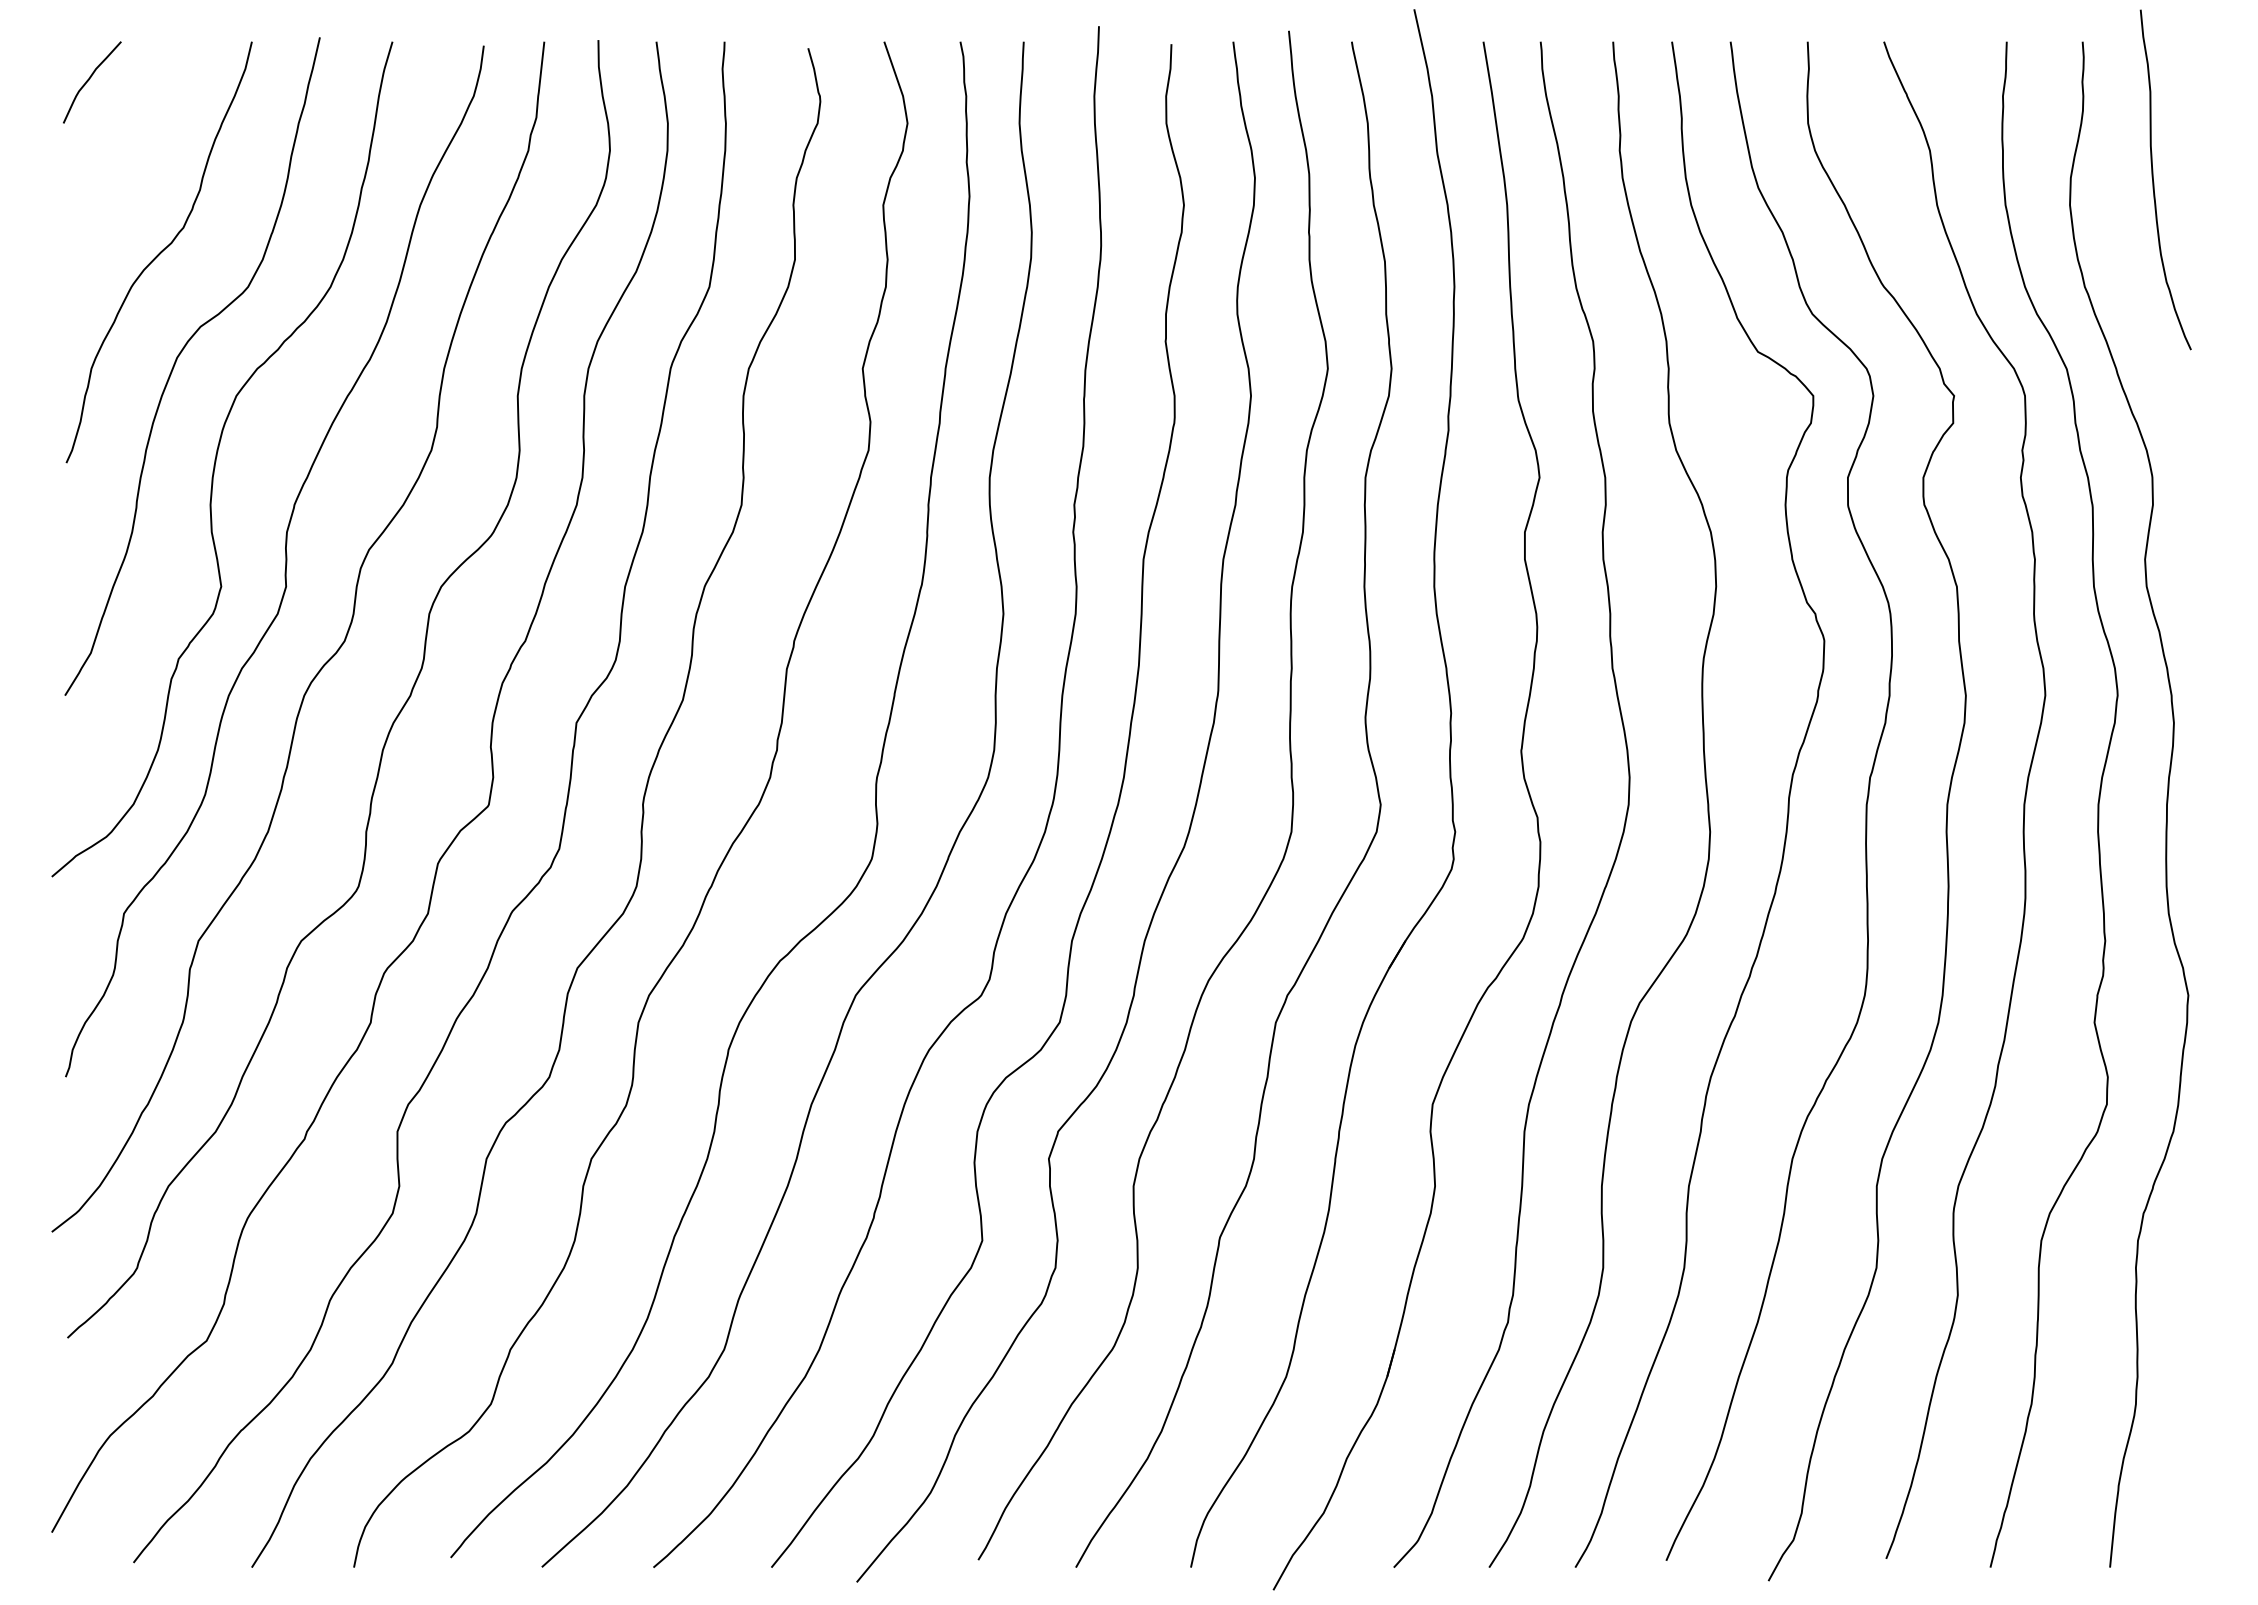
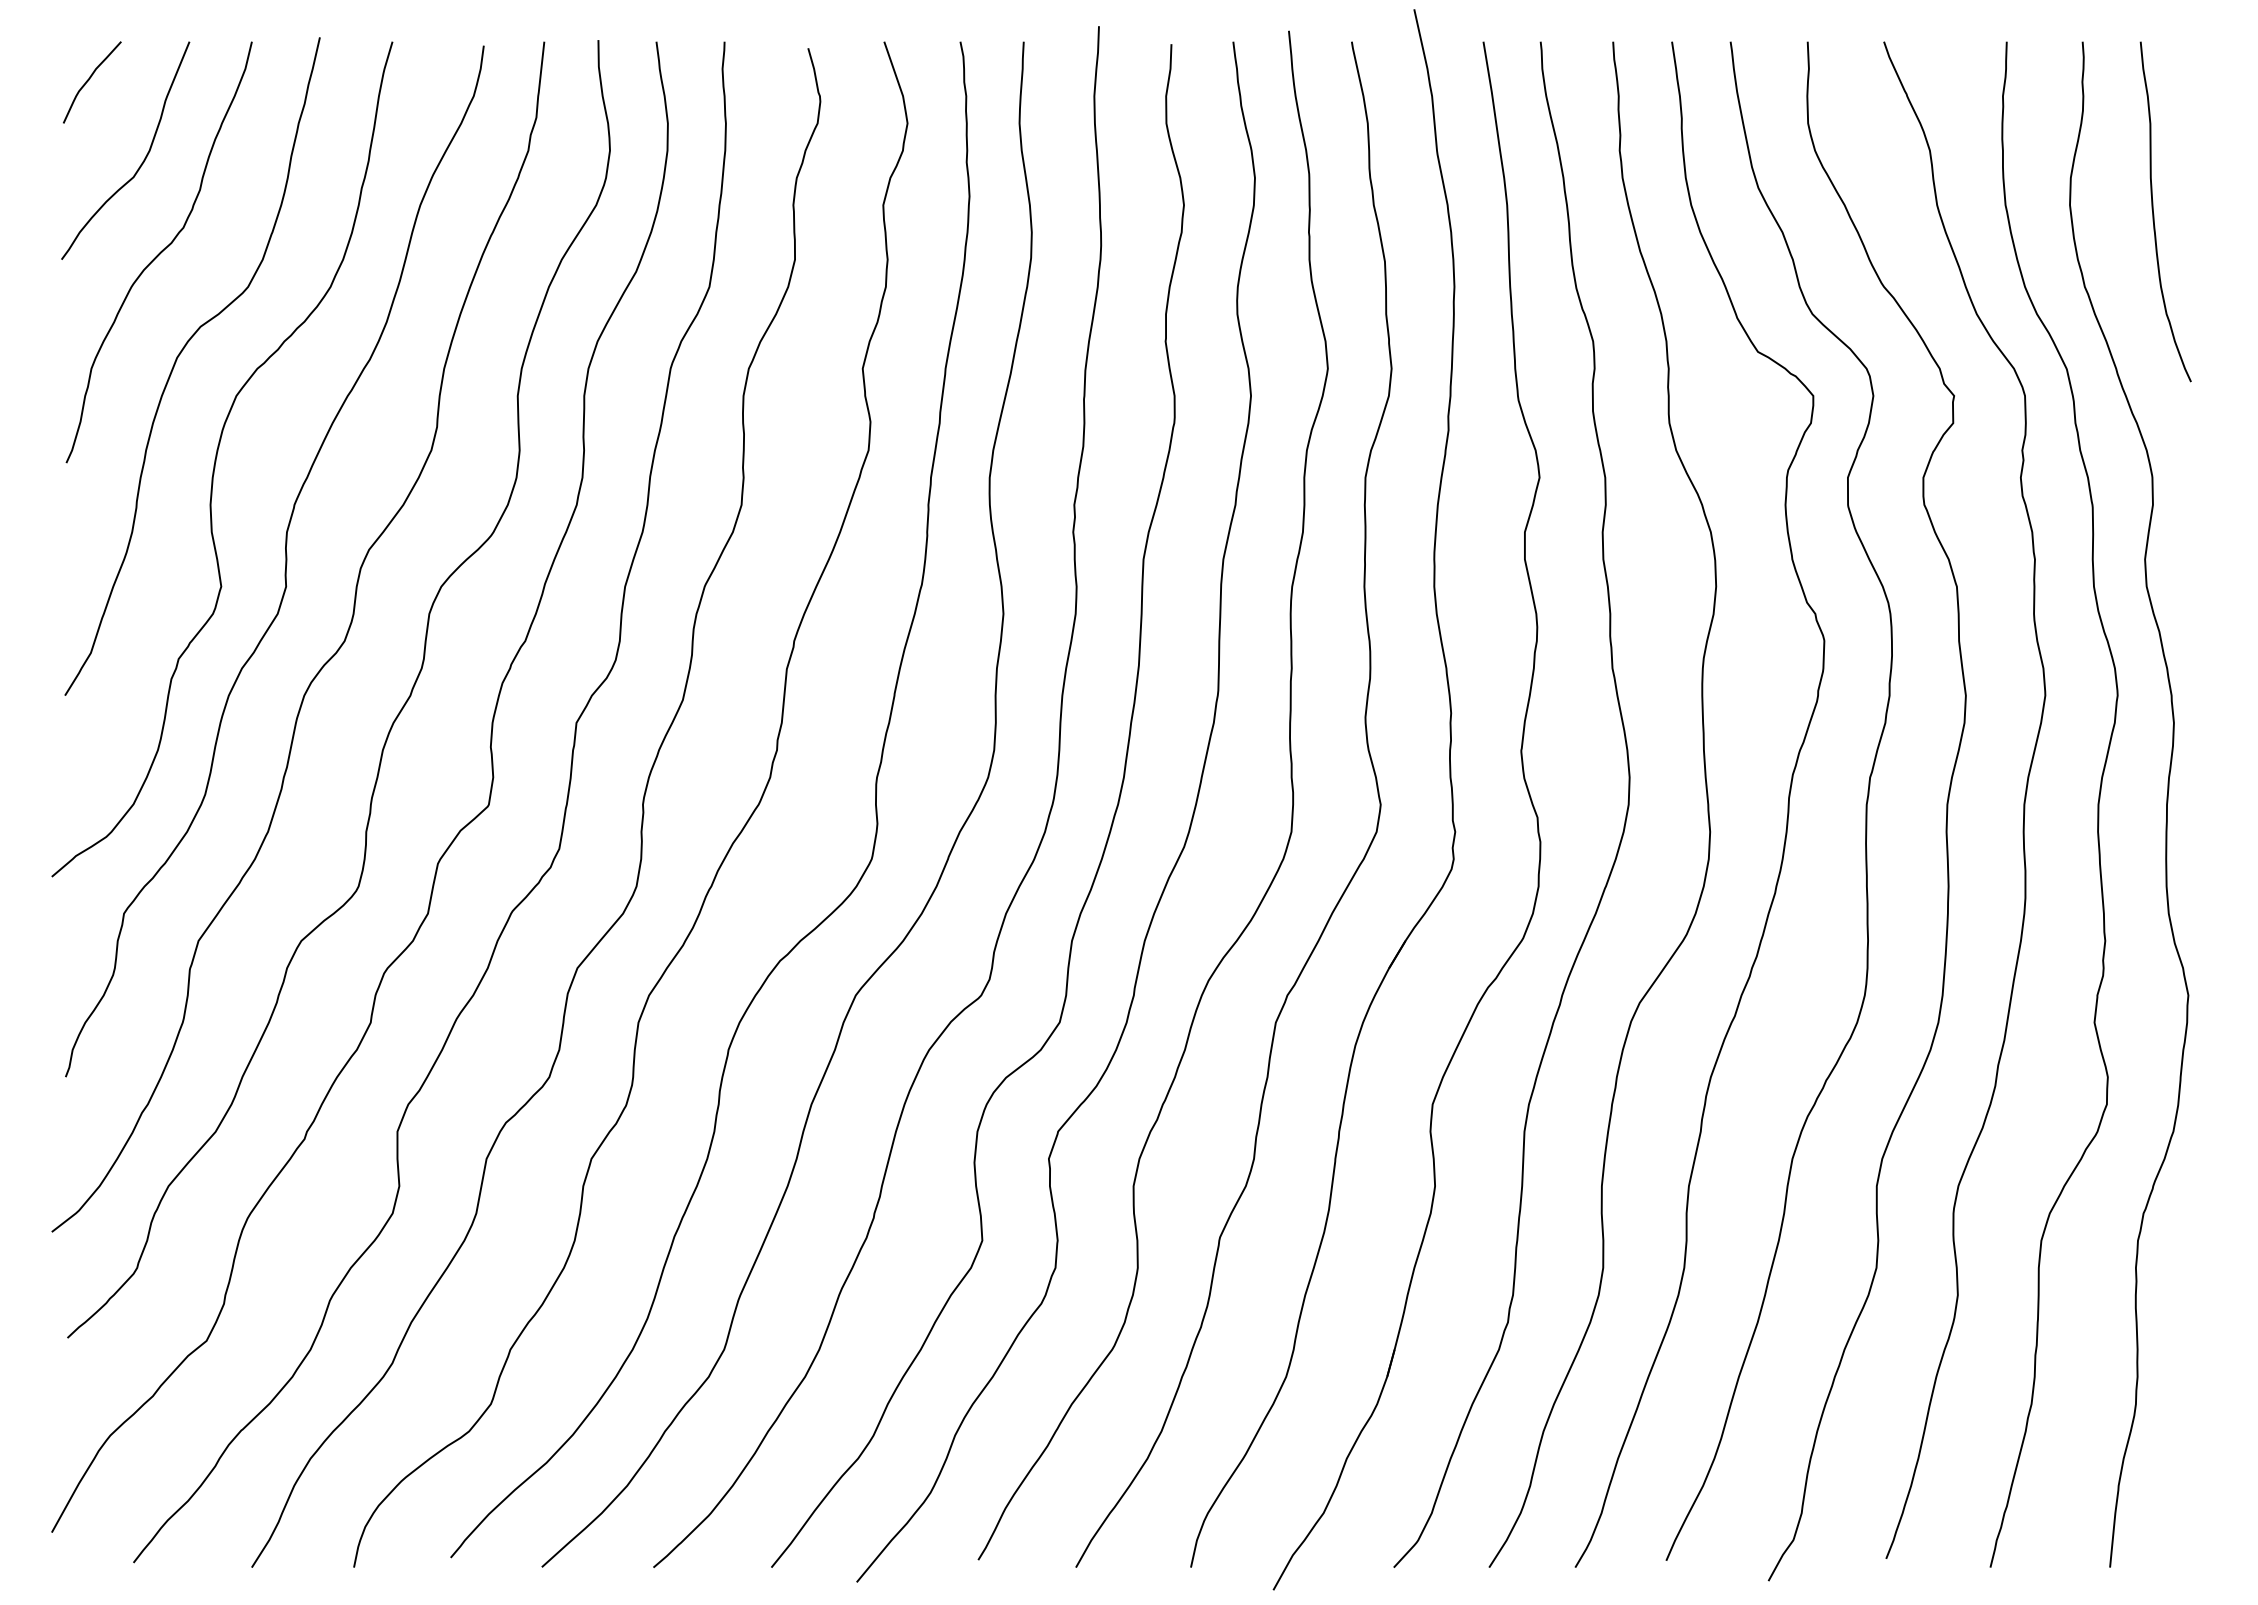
curve at (143, 159): none -> present
curve at (2154, 182) position: (2154, 182) -> (2154, 214)
